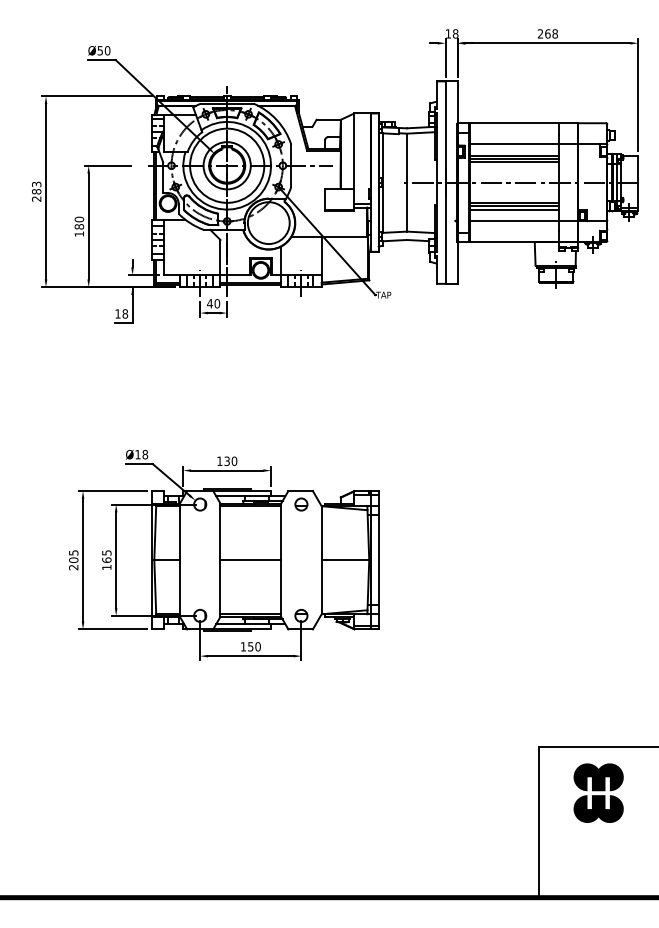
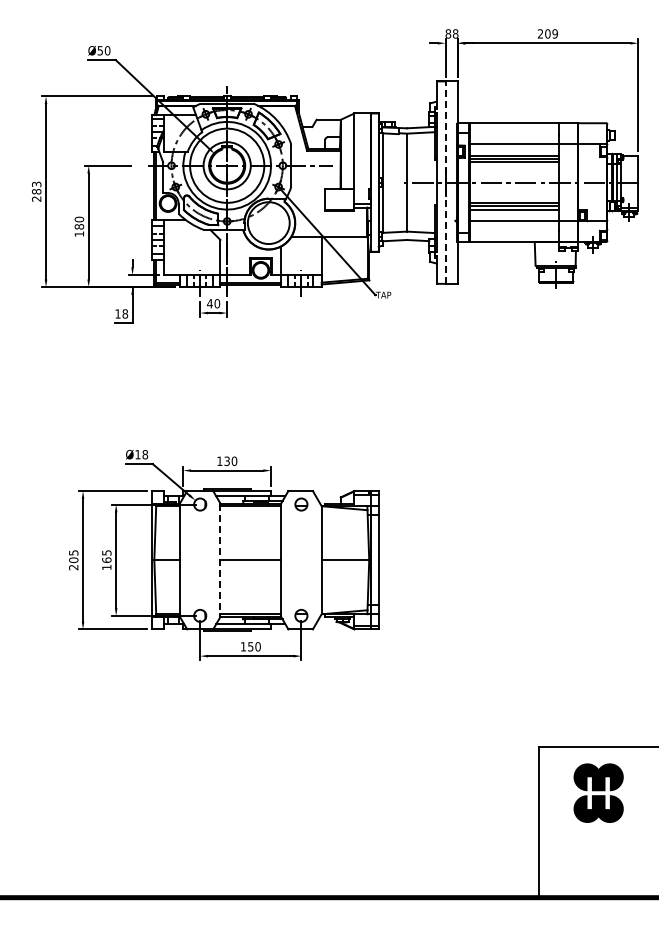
text at (448, 33): 18 -> 88
text at (551, 33): 268 -> 209
line at (445, 182): solid -> dashed
line at (220, 560): solid -> dashed
